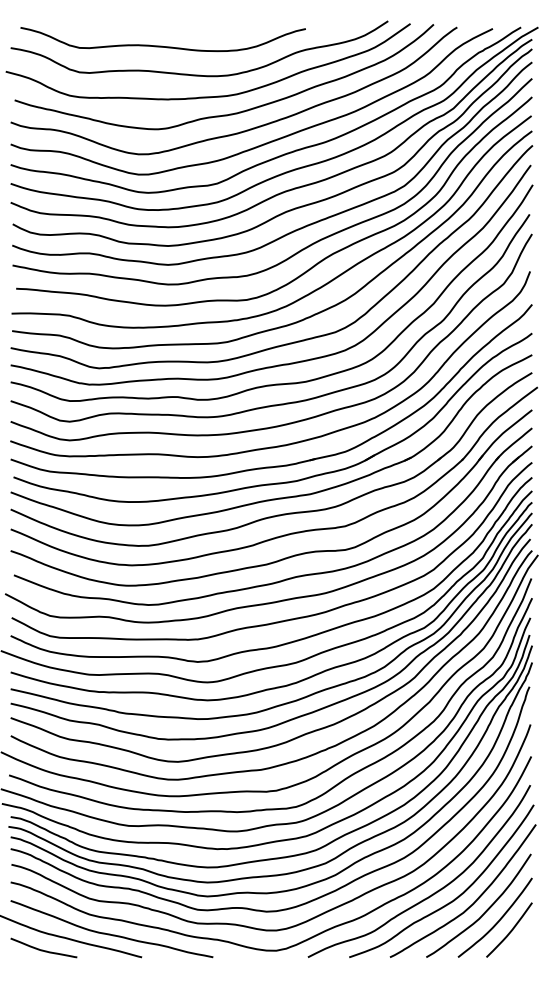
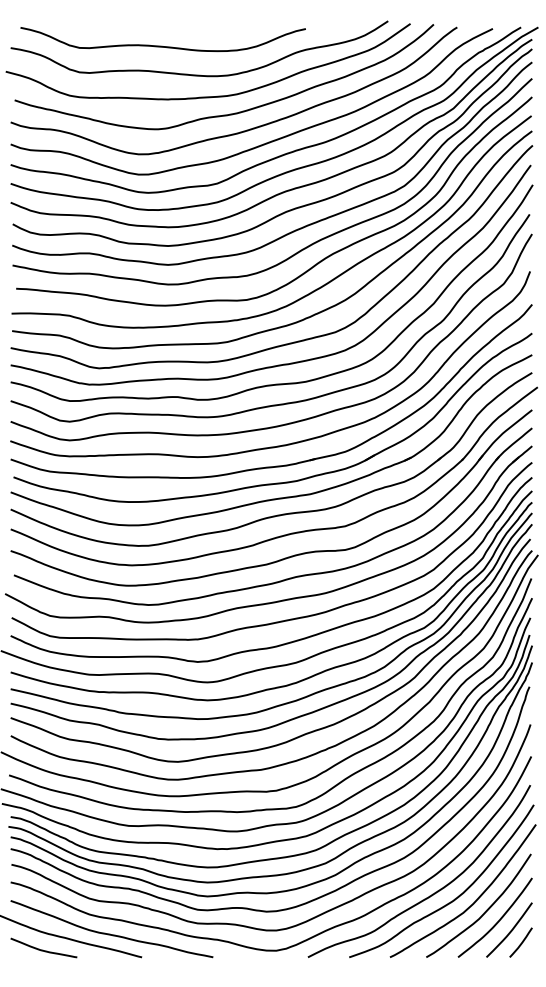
curve at (521, 942): none -> present
